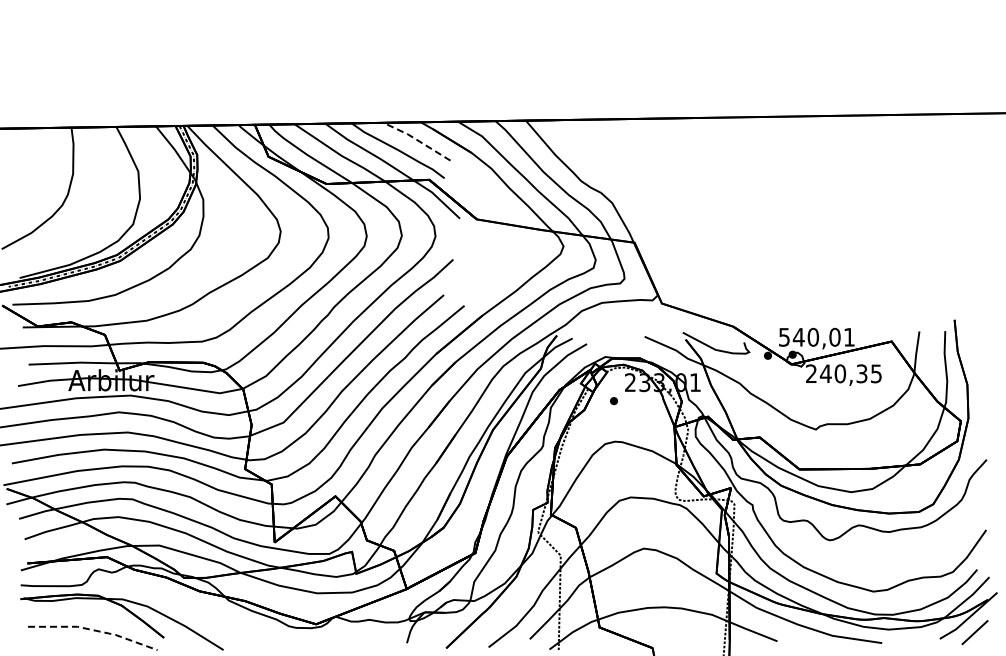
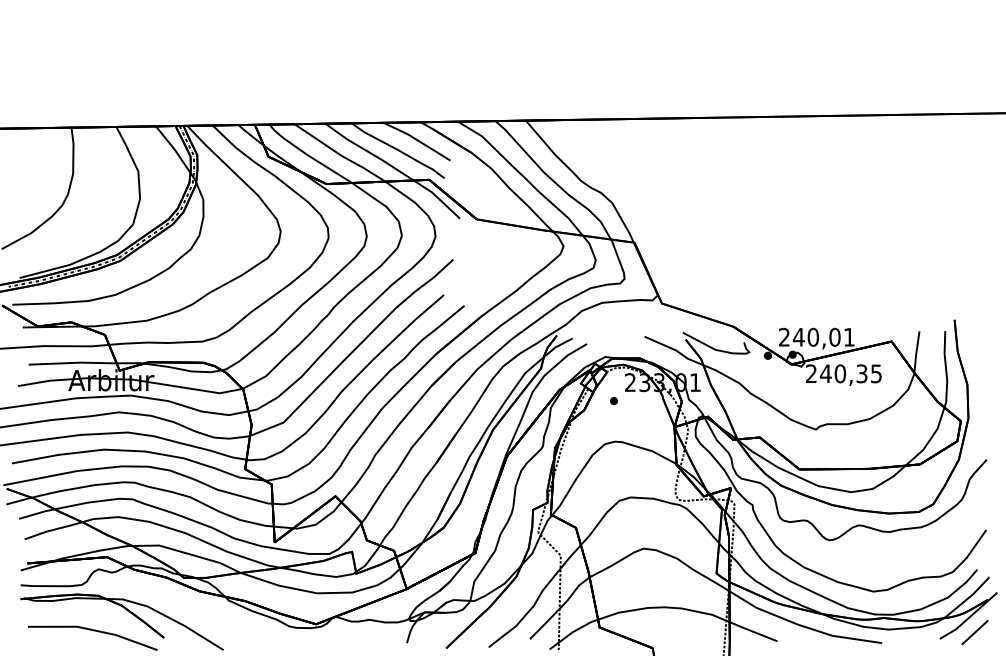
line at (417, 140): dashed -> solid
text at (784, 336): 540,01 -> 240,01
line at (94, 630): dashed -> solid
